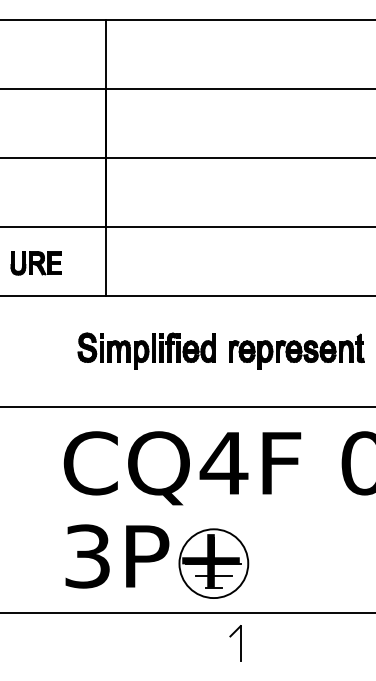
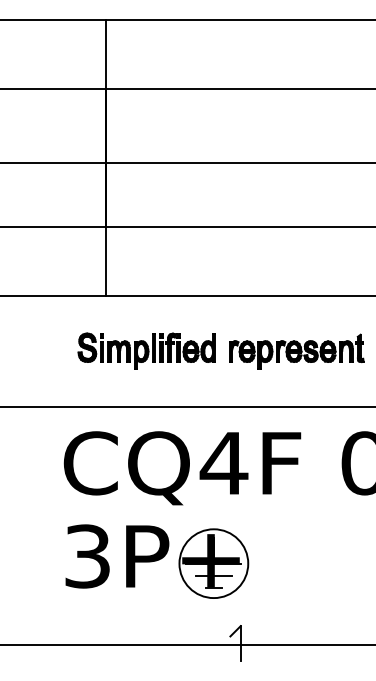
line at (187, 158) position: (187, 158) -> (187, 163)
part at (35, 263): present -> none
line at (187, 613) position: (187, 613) -> (187, 645)
